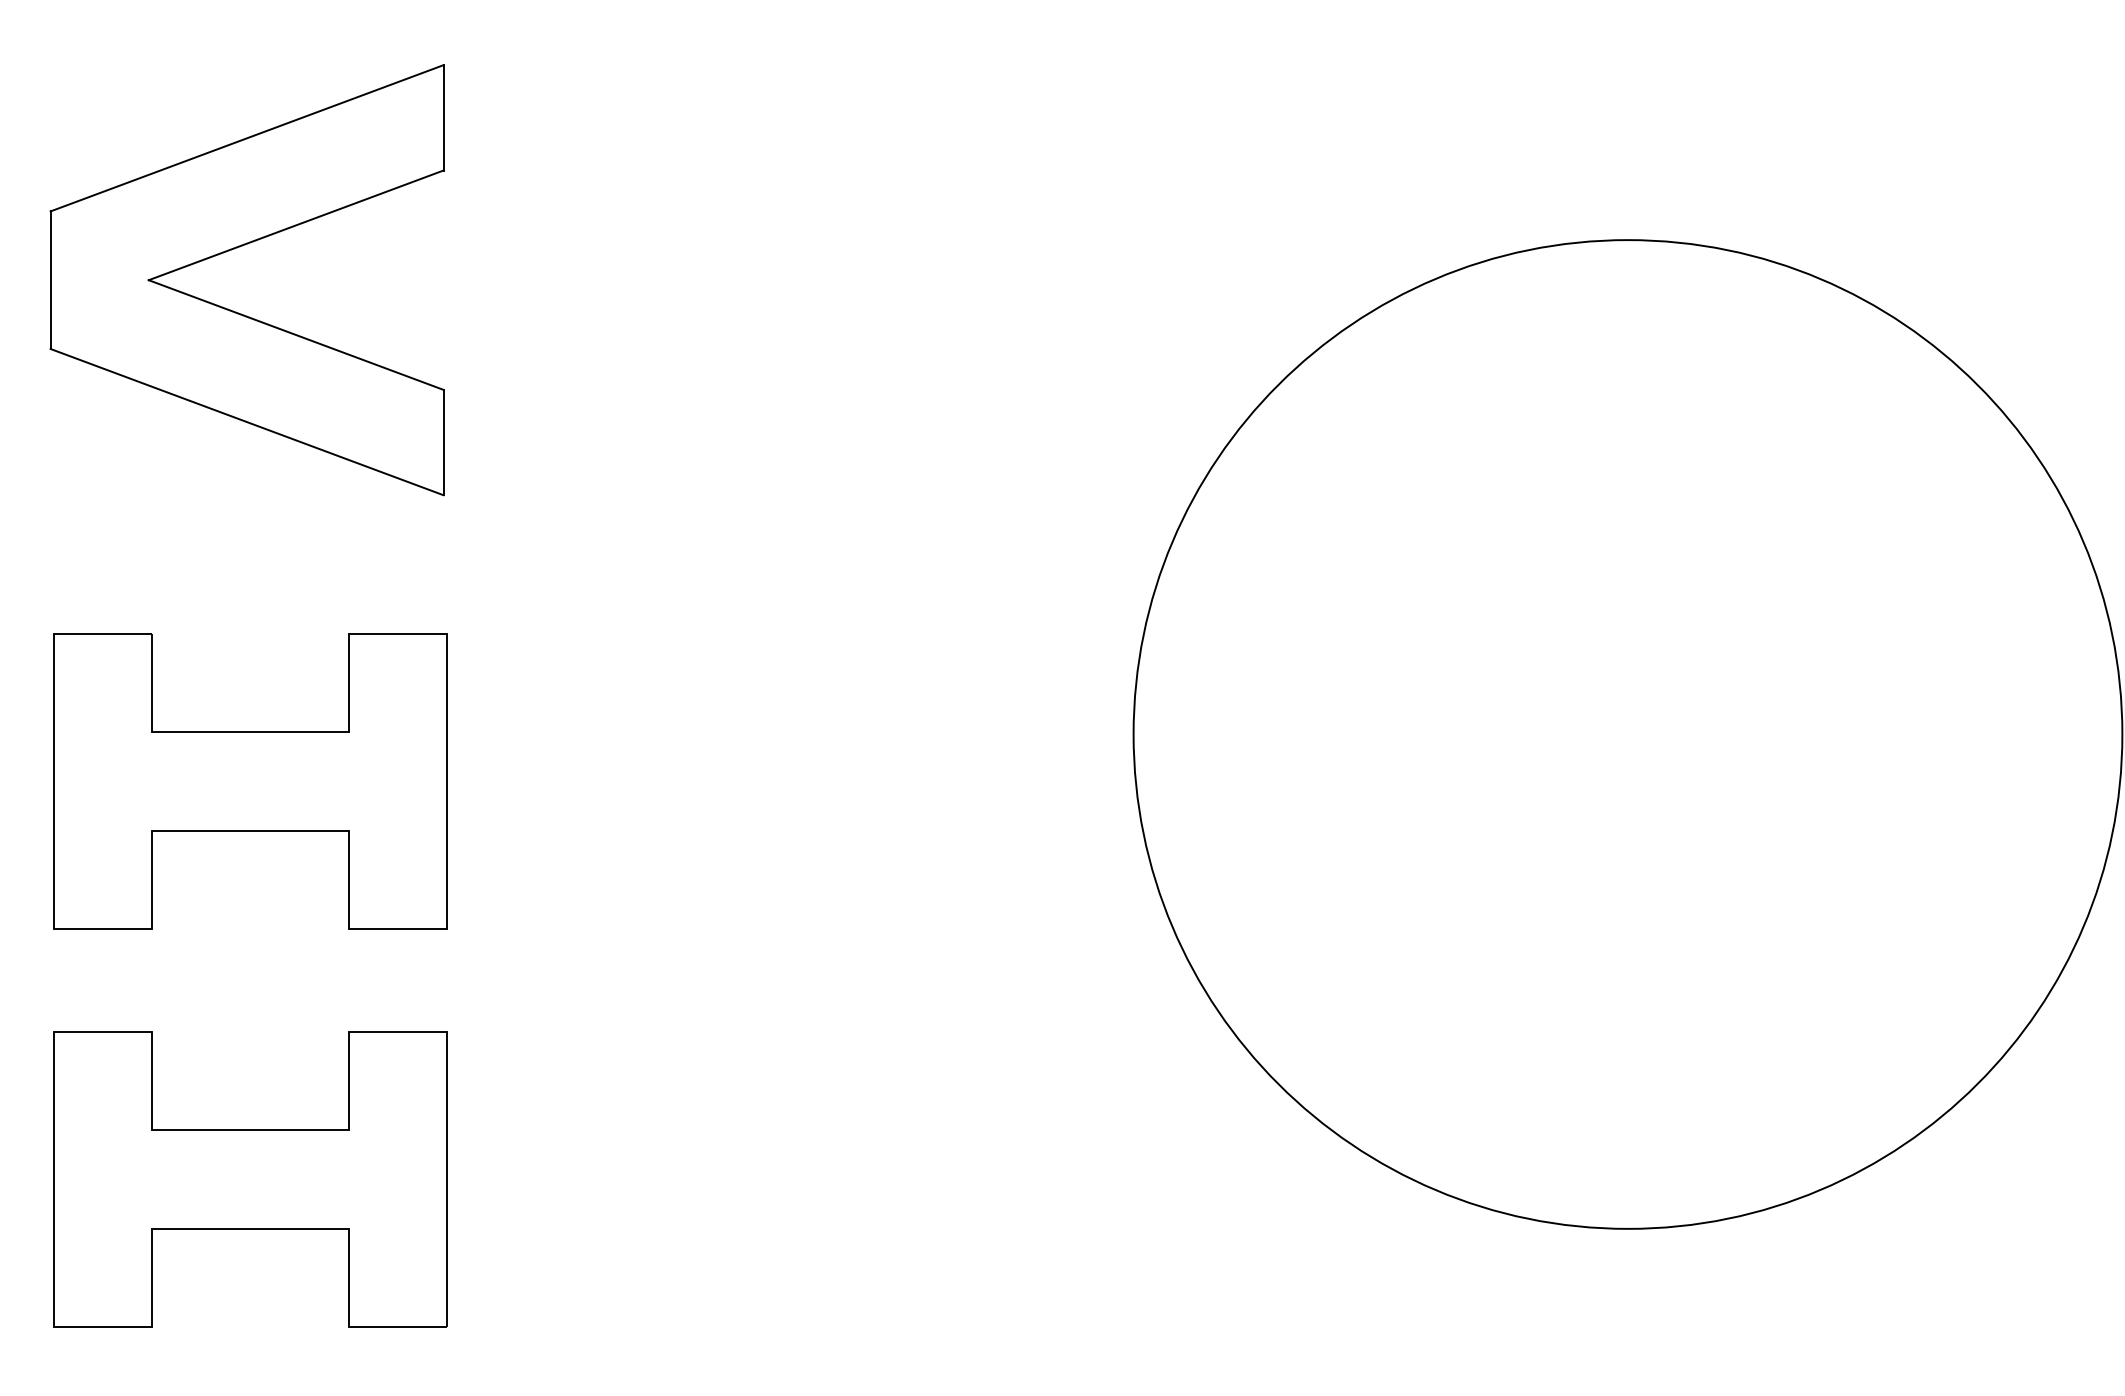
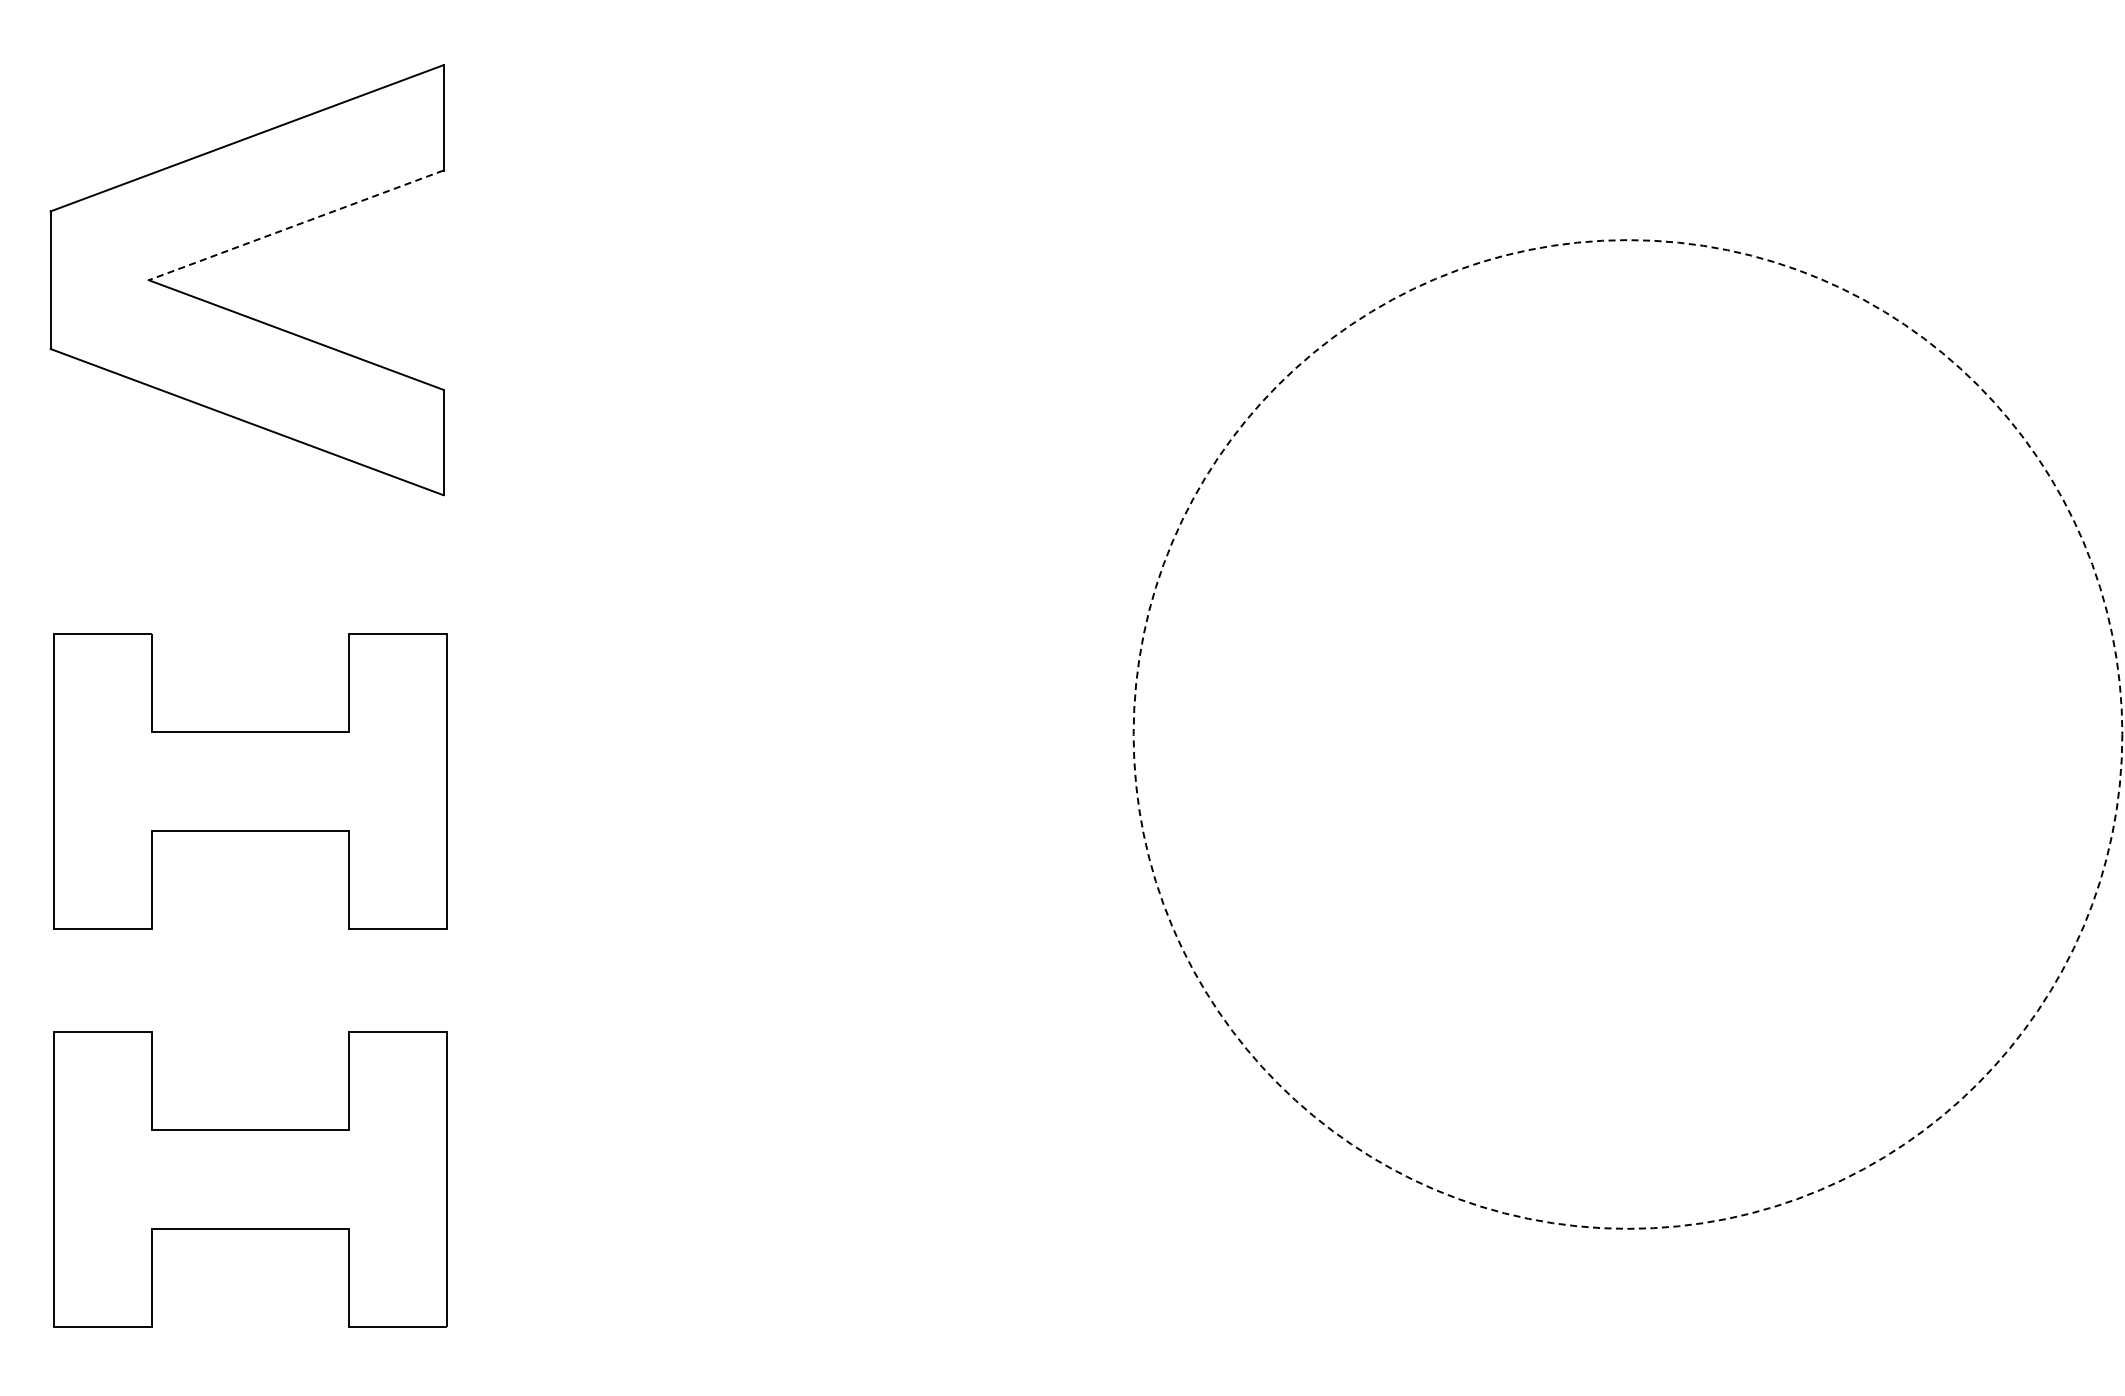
line at (295, 225): solid -> dashed
circle at (1627, 734): solid -> dashed
